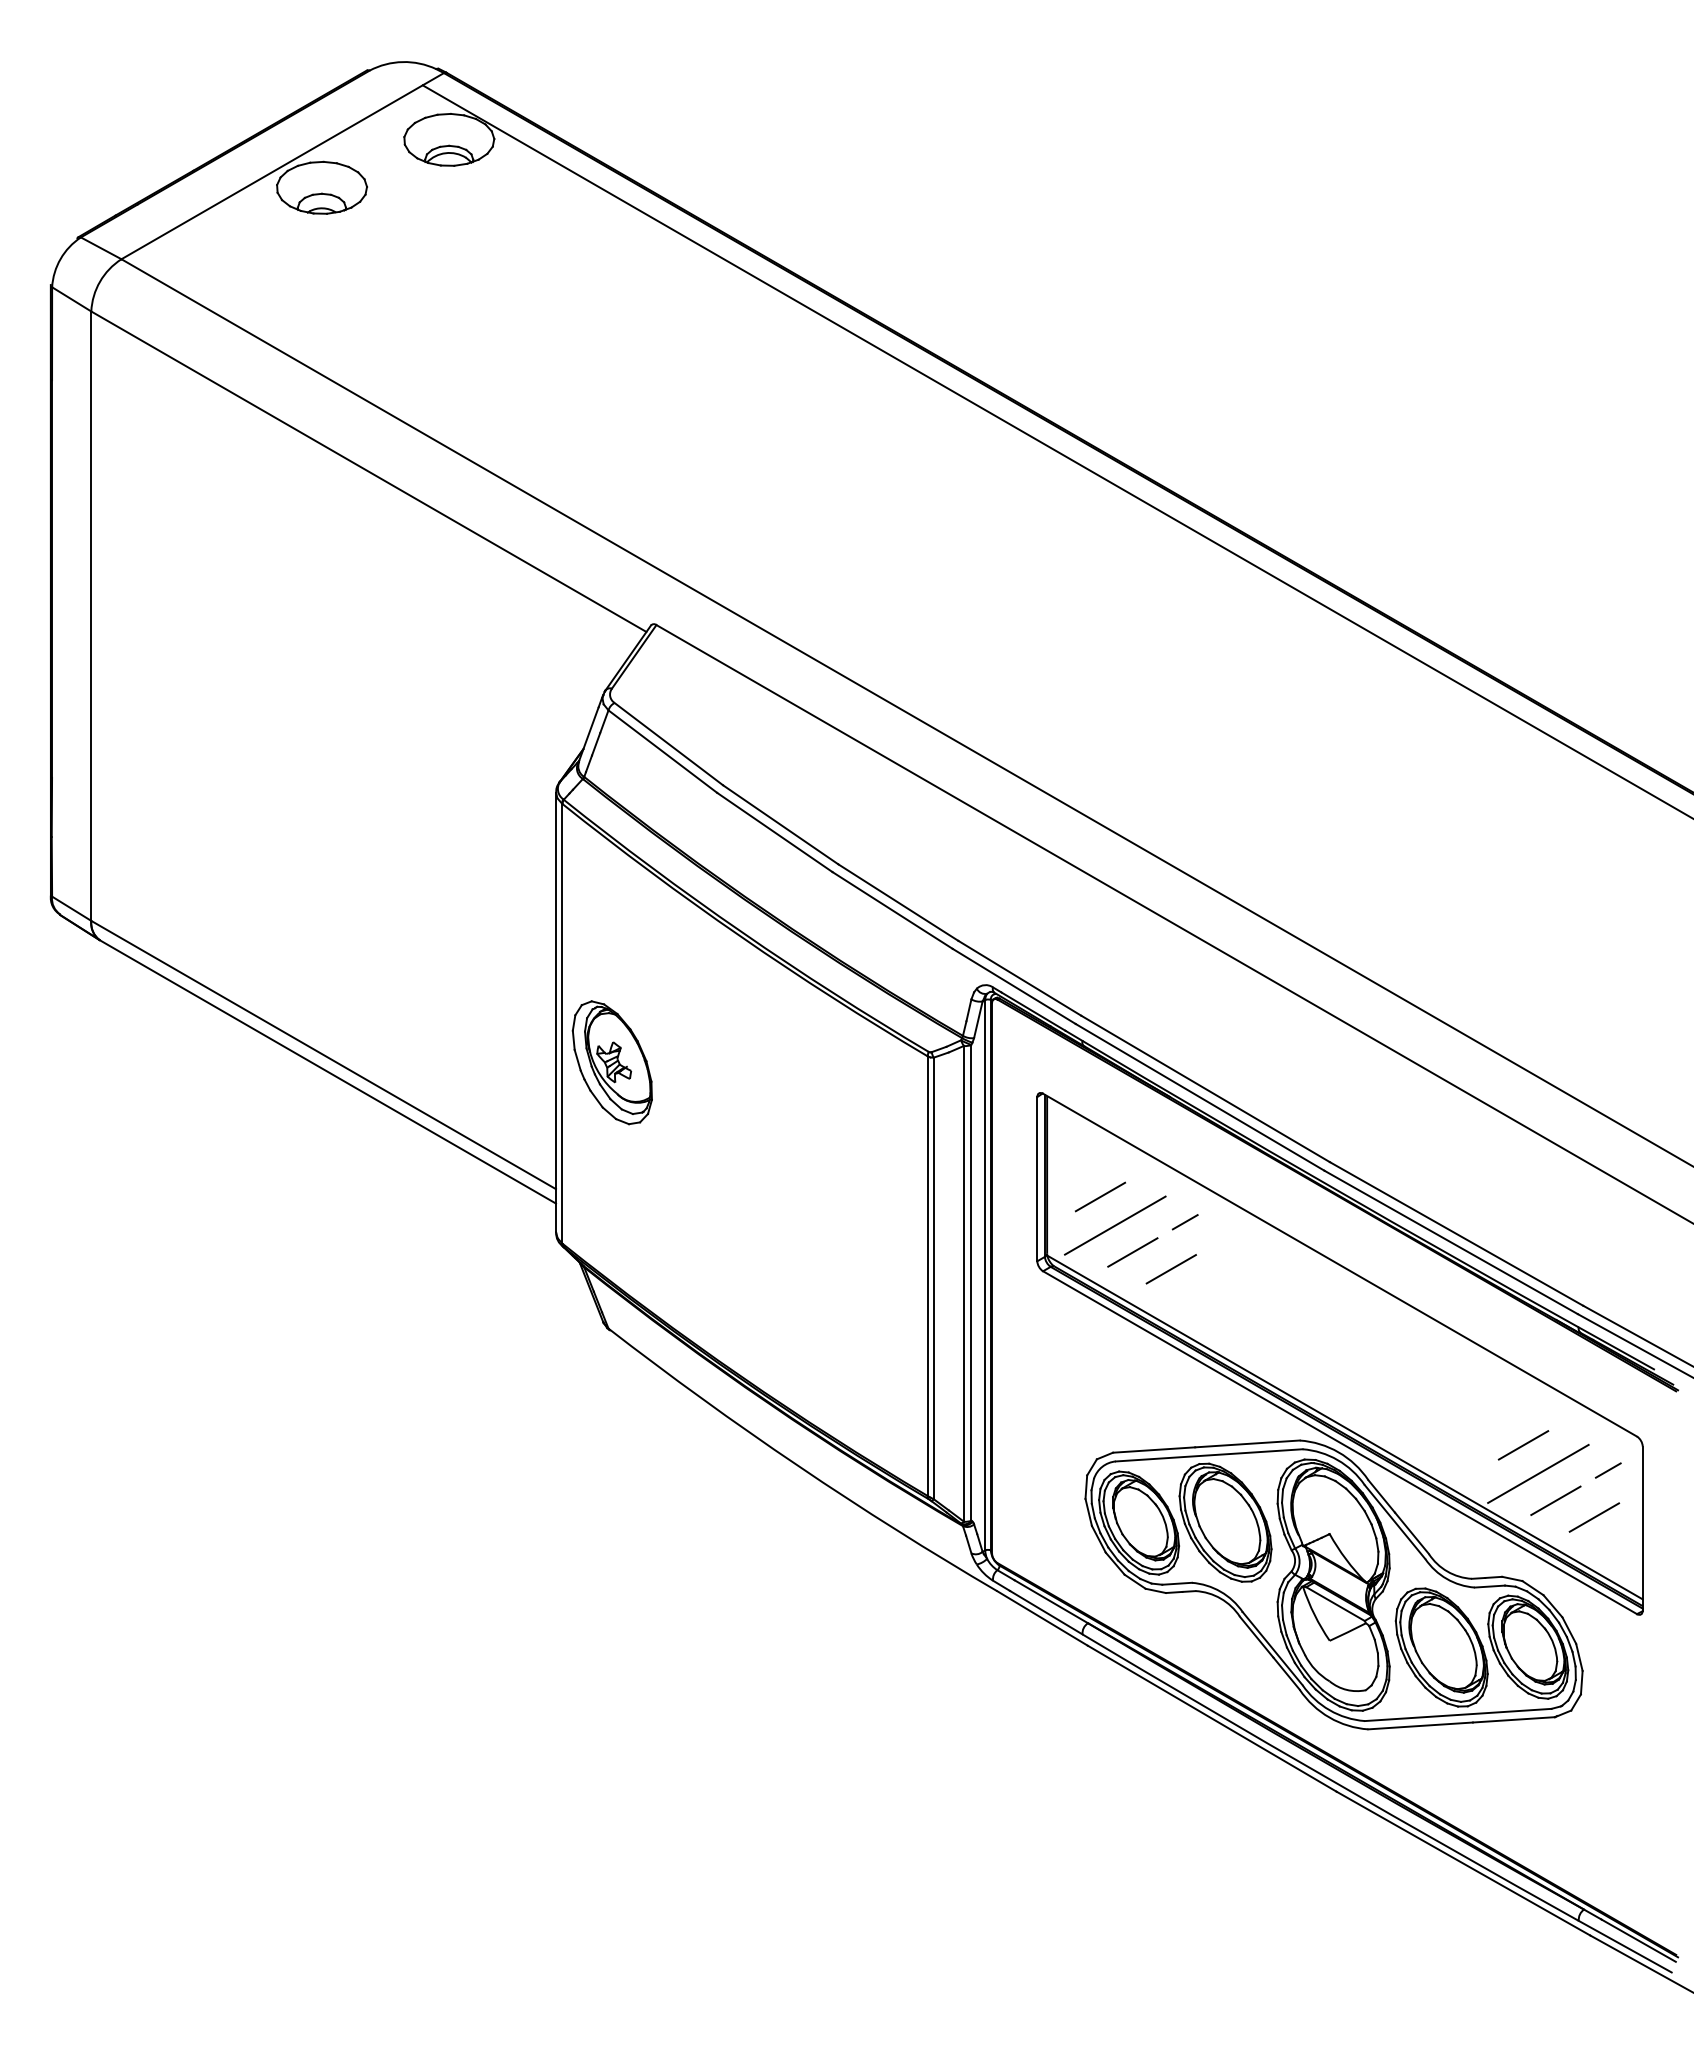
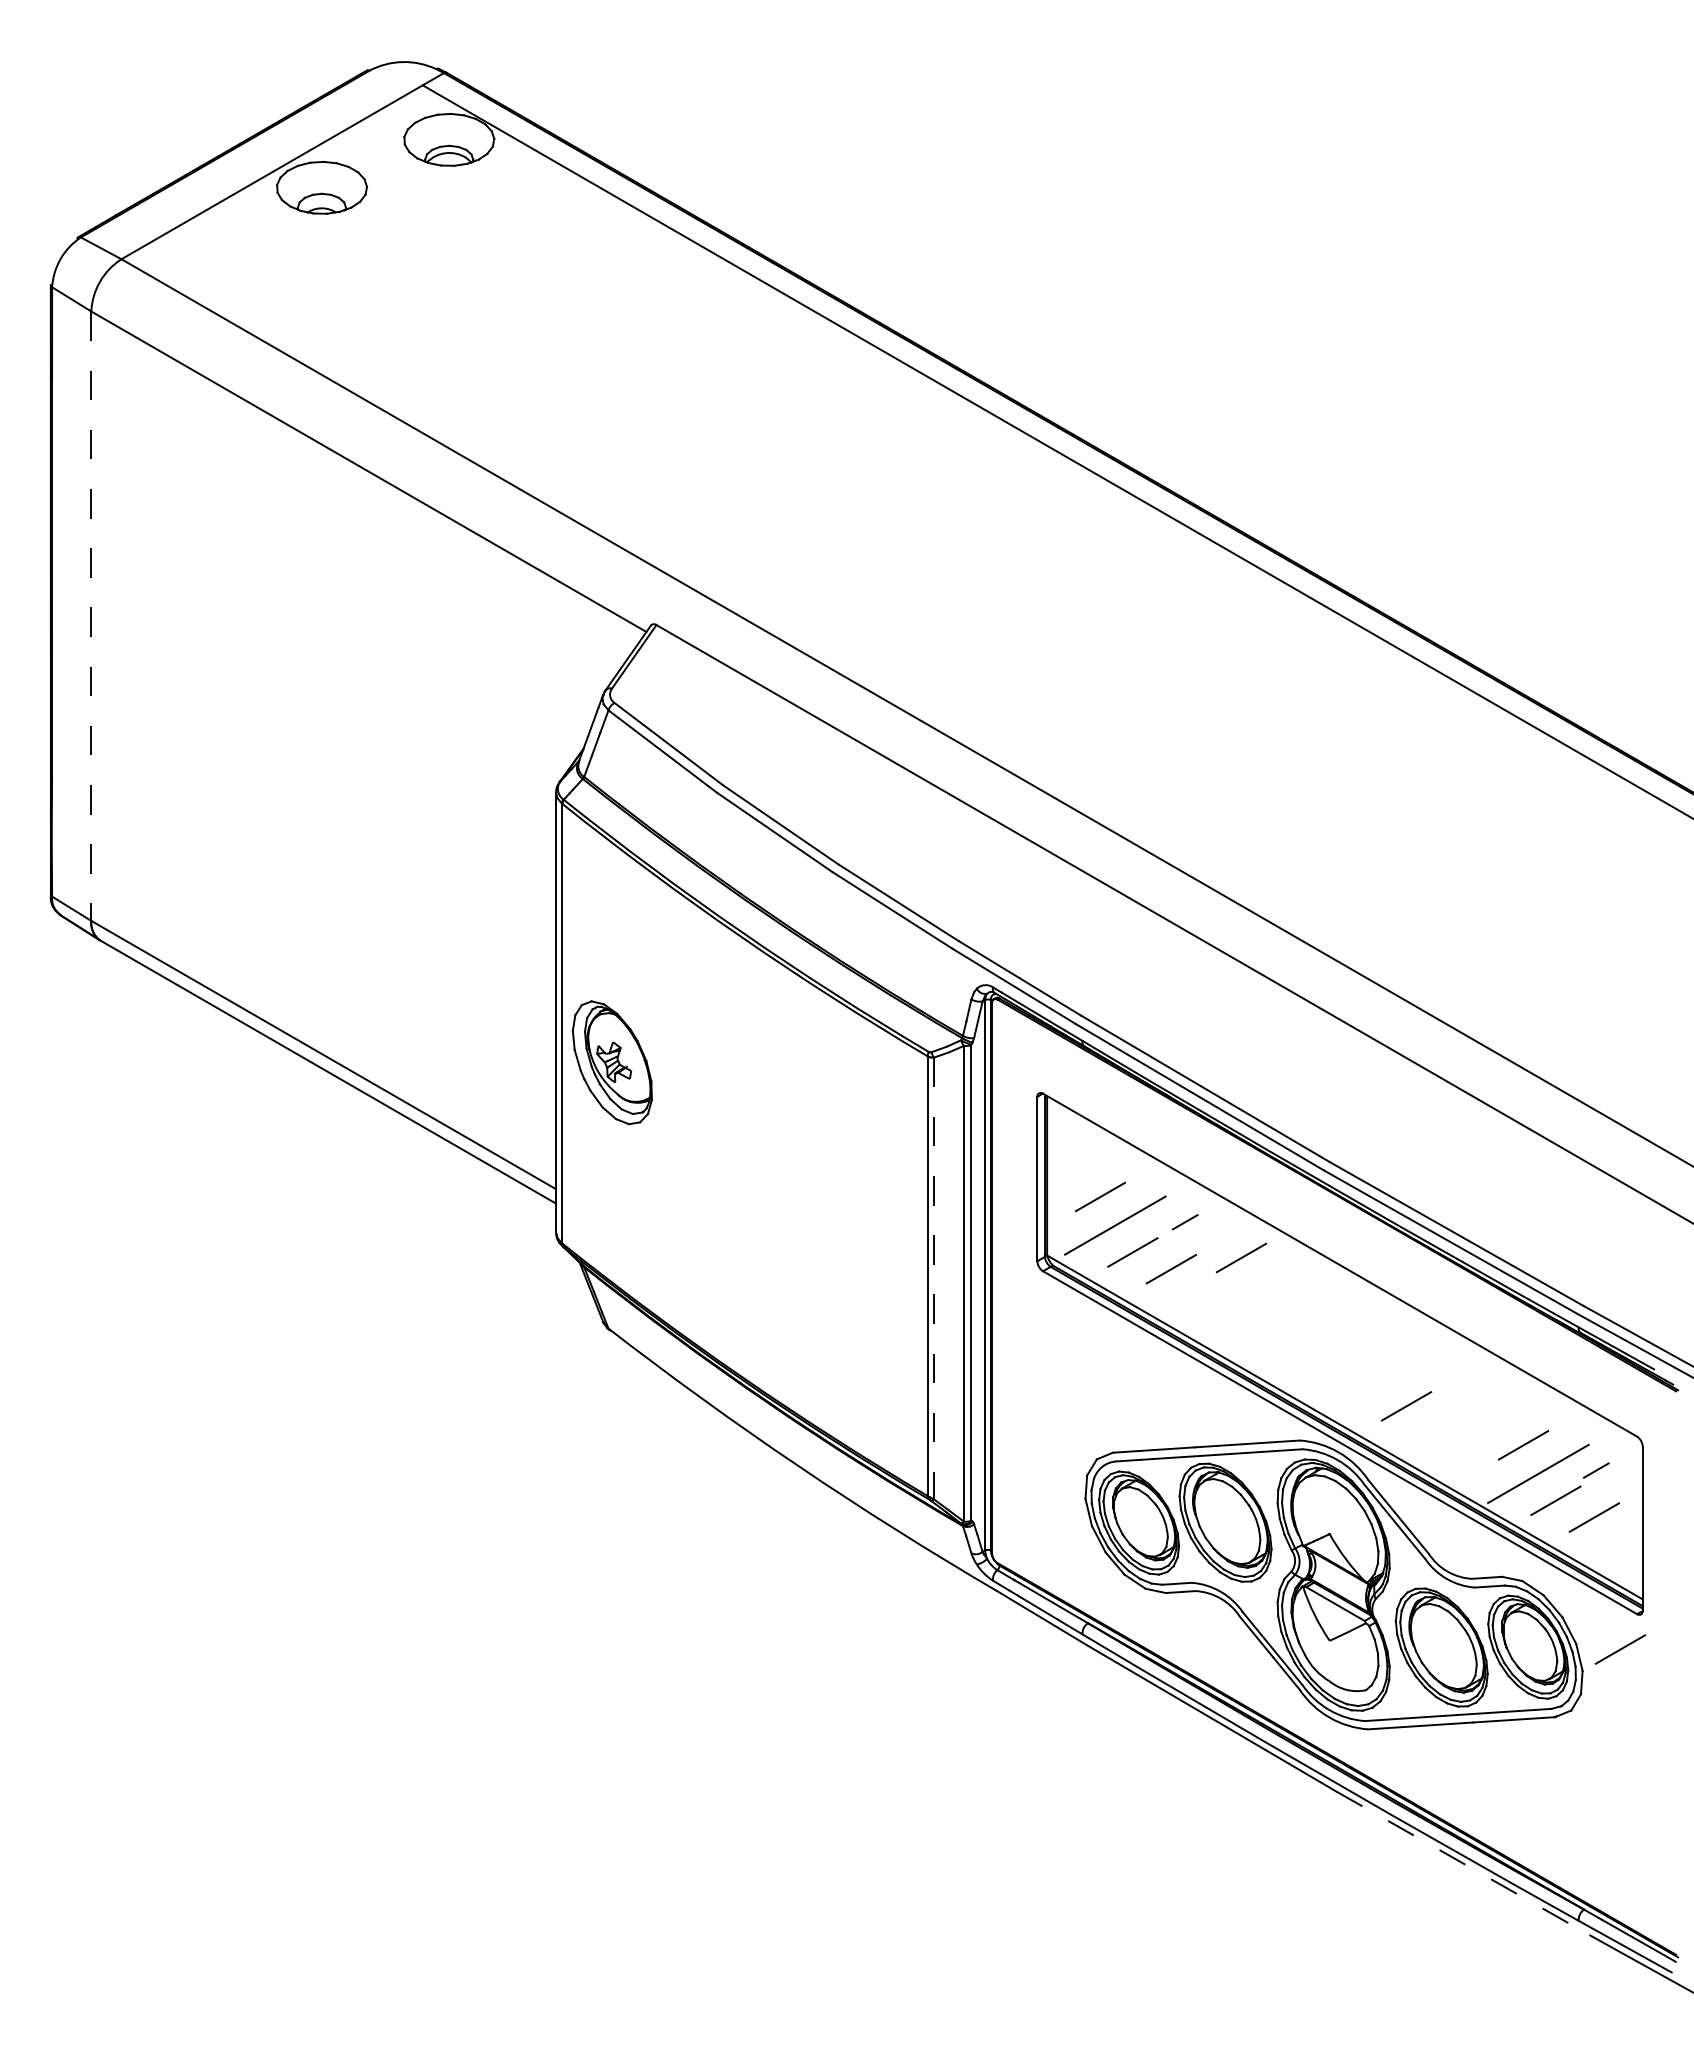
line at (91, 616): solid -> dashed
line at (1241, 1257): none -> present
line at (933, 1278): solid -> dashed
line at (1406, 1406): none -> present
line at (1607, 1470) position: (1607, 1470) -> (1595, 1470)
line at (1620, 1649): none -> present
line at (1463, 1863): solid -> dashed
